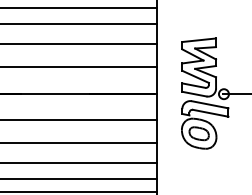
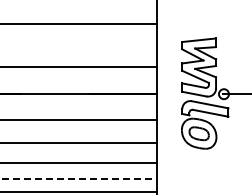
line at (79, 8): present -> none
line at (79, 44): present -> none
line at (79, 179): solid -> dashed
